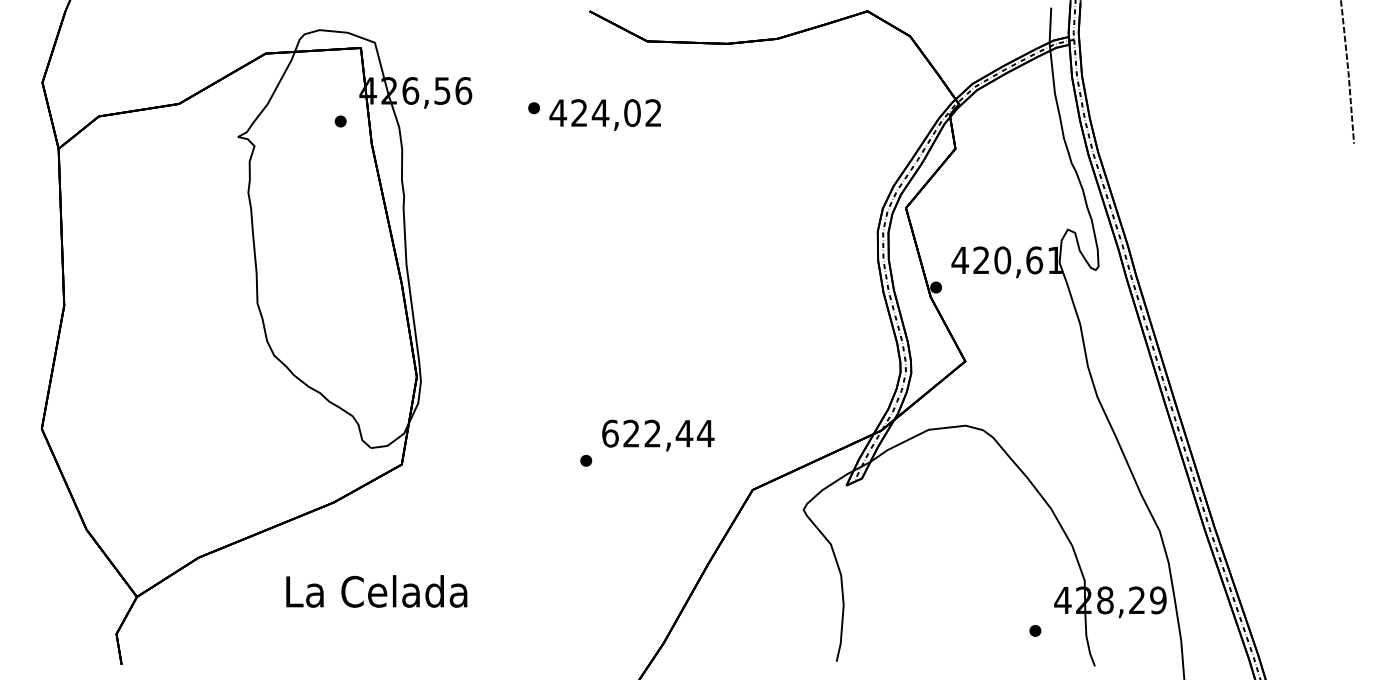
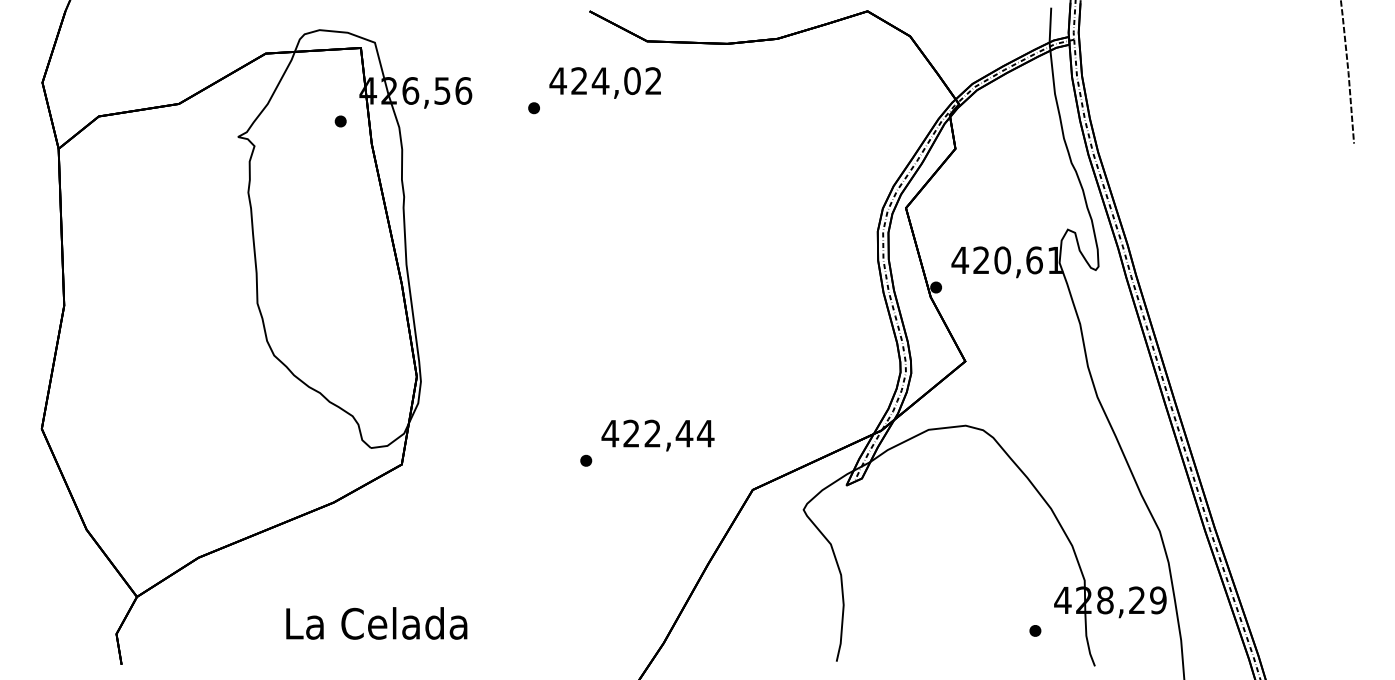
text at (604, 114) position: (604, 114) -> (604, 82)
text at (610, 433): 622,44 -> 422,44
text at (376, 591) position: (376, 591) -> (376, 623)
